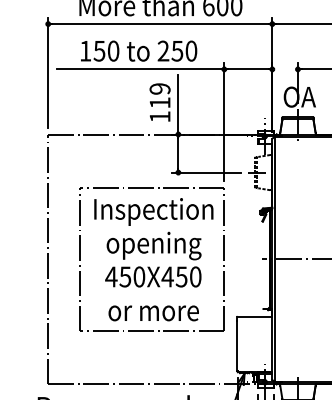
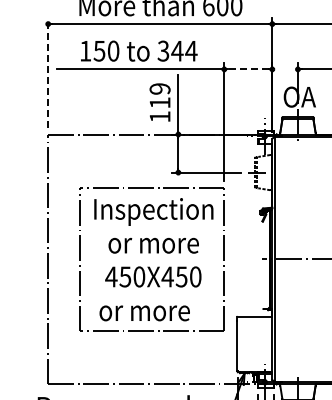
text at (177, 50): 250 -> 344
line at (247, 69): solid -> dashed
line at (48, 72): solid -> dashed
text at (153, 245): opening -> or more
text at (153, 313) position: (153, 313) -> (144, 313)
